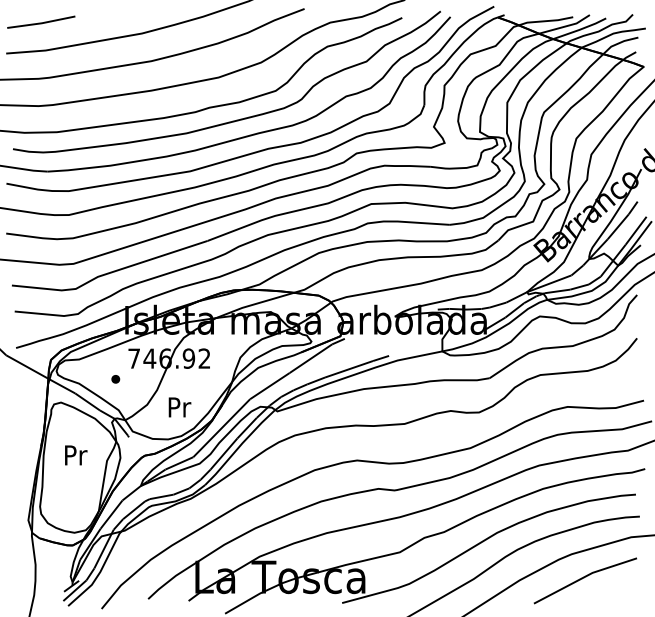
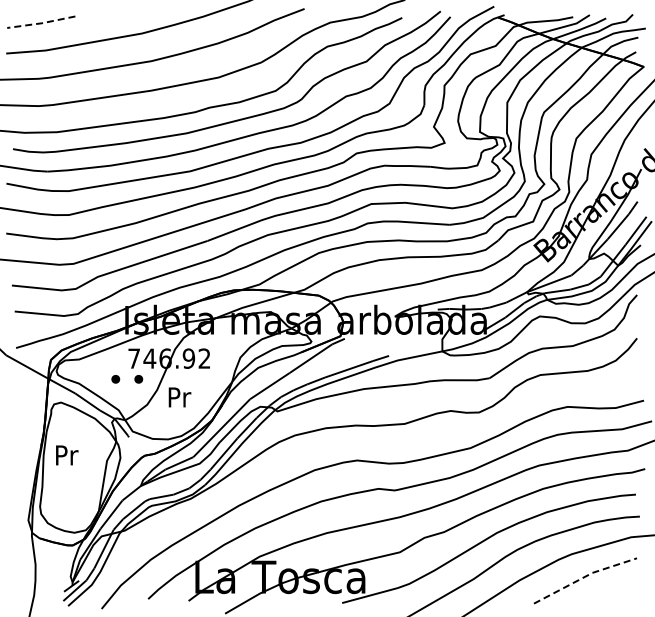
line at (42, 23): solid -> dashed
part at (138, 379): none -> present
text at (179, 407) position: (179, 407) -> (179, 397)
text at (76, 455) position: (76, 455) -> (67, 455)
line at (584, 577): solid -> dashed
